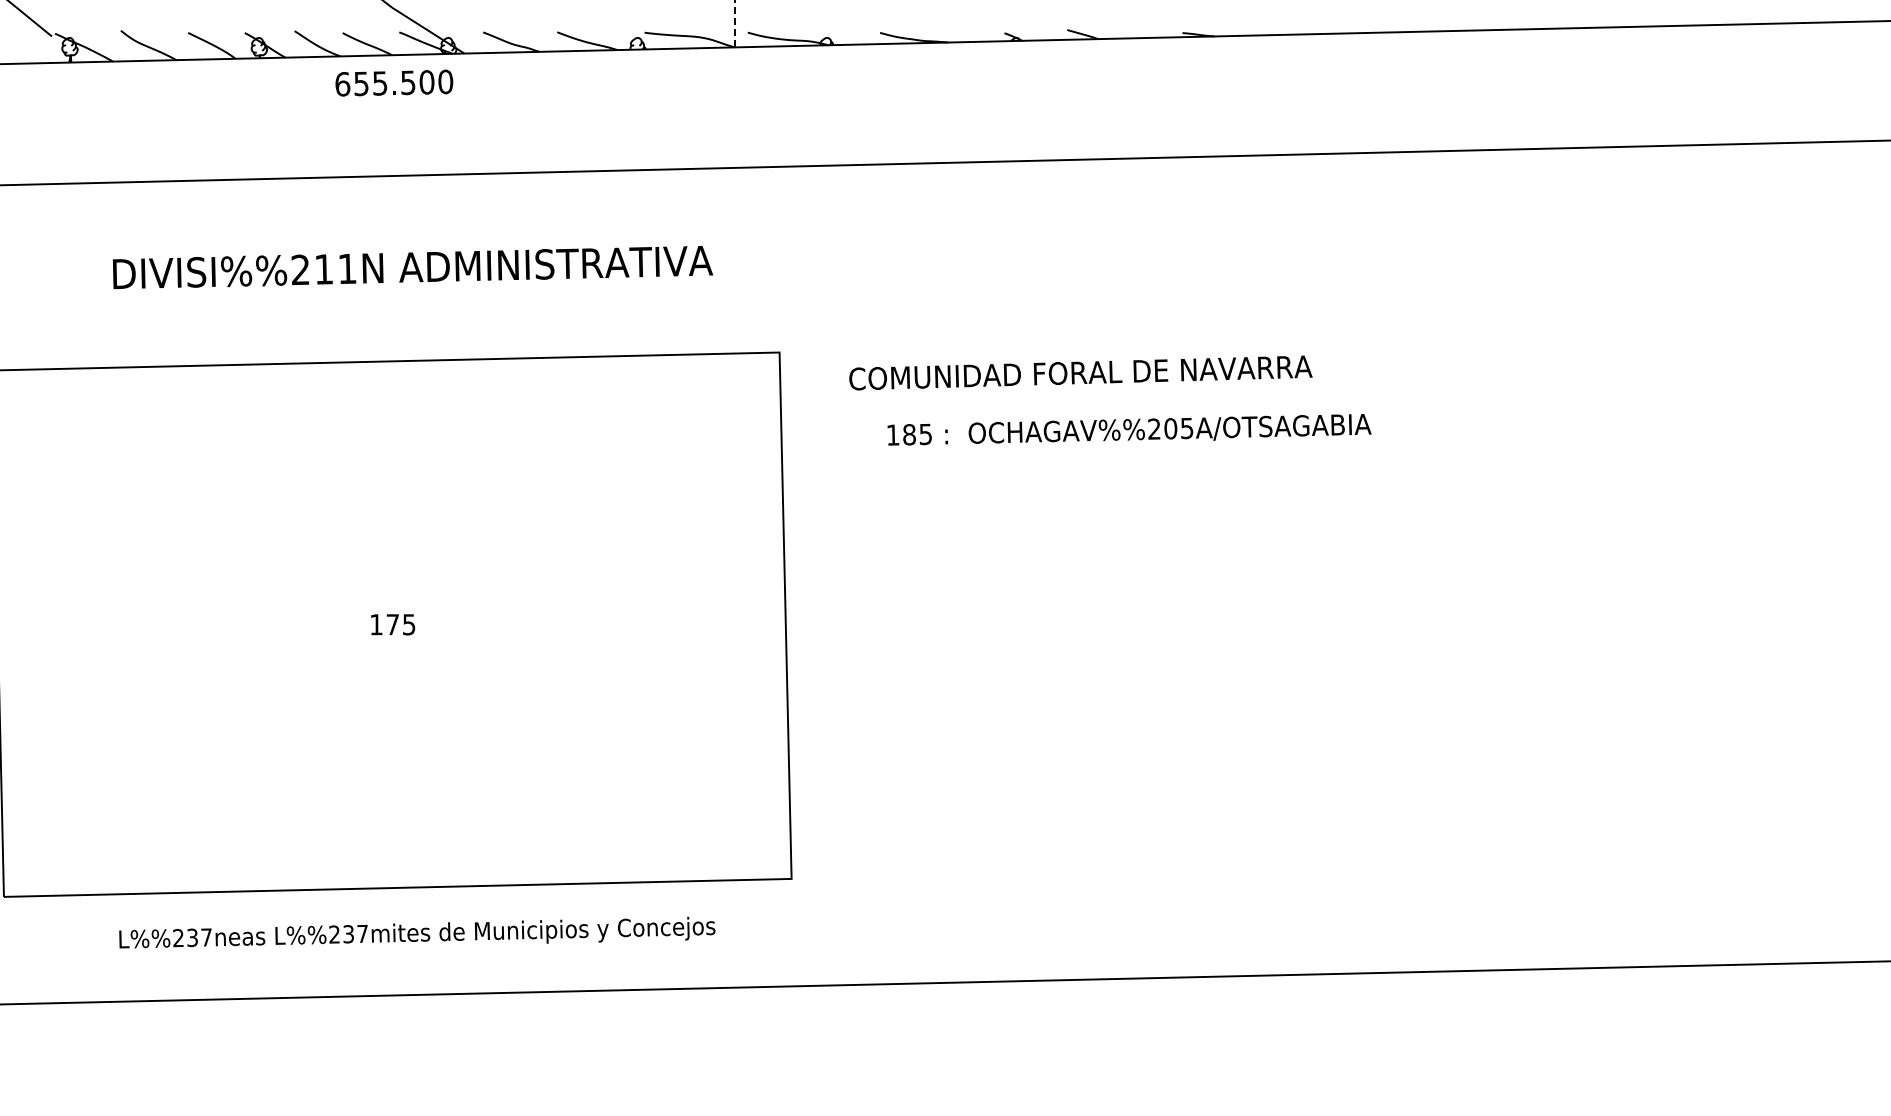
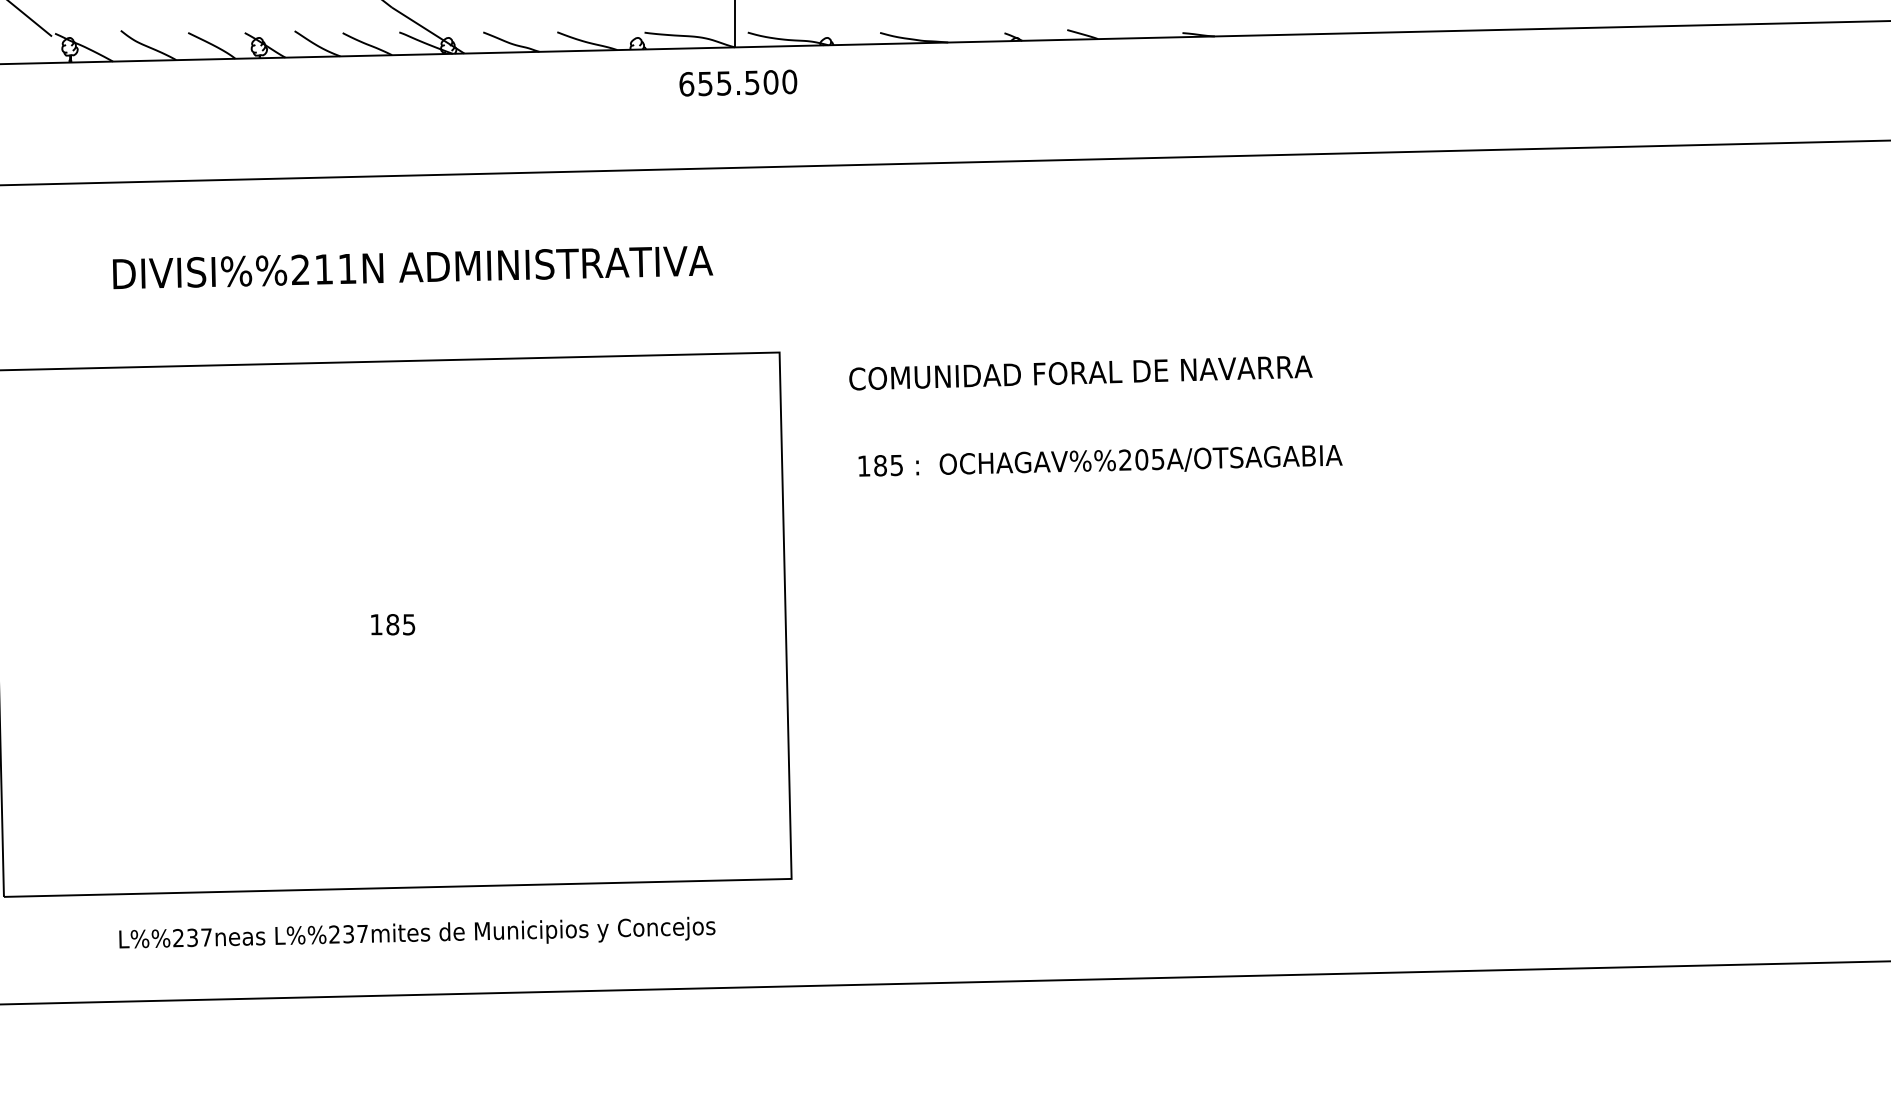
line at (735, 23): dashed -> solid
text at (394, 82) position: (394, 82) -> (738, 82)
text at (1129, 429) position: (1129, 429) -> (1100, 460)
text at (392, 624): 175 -> 185
